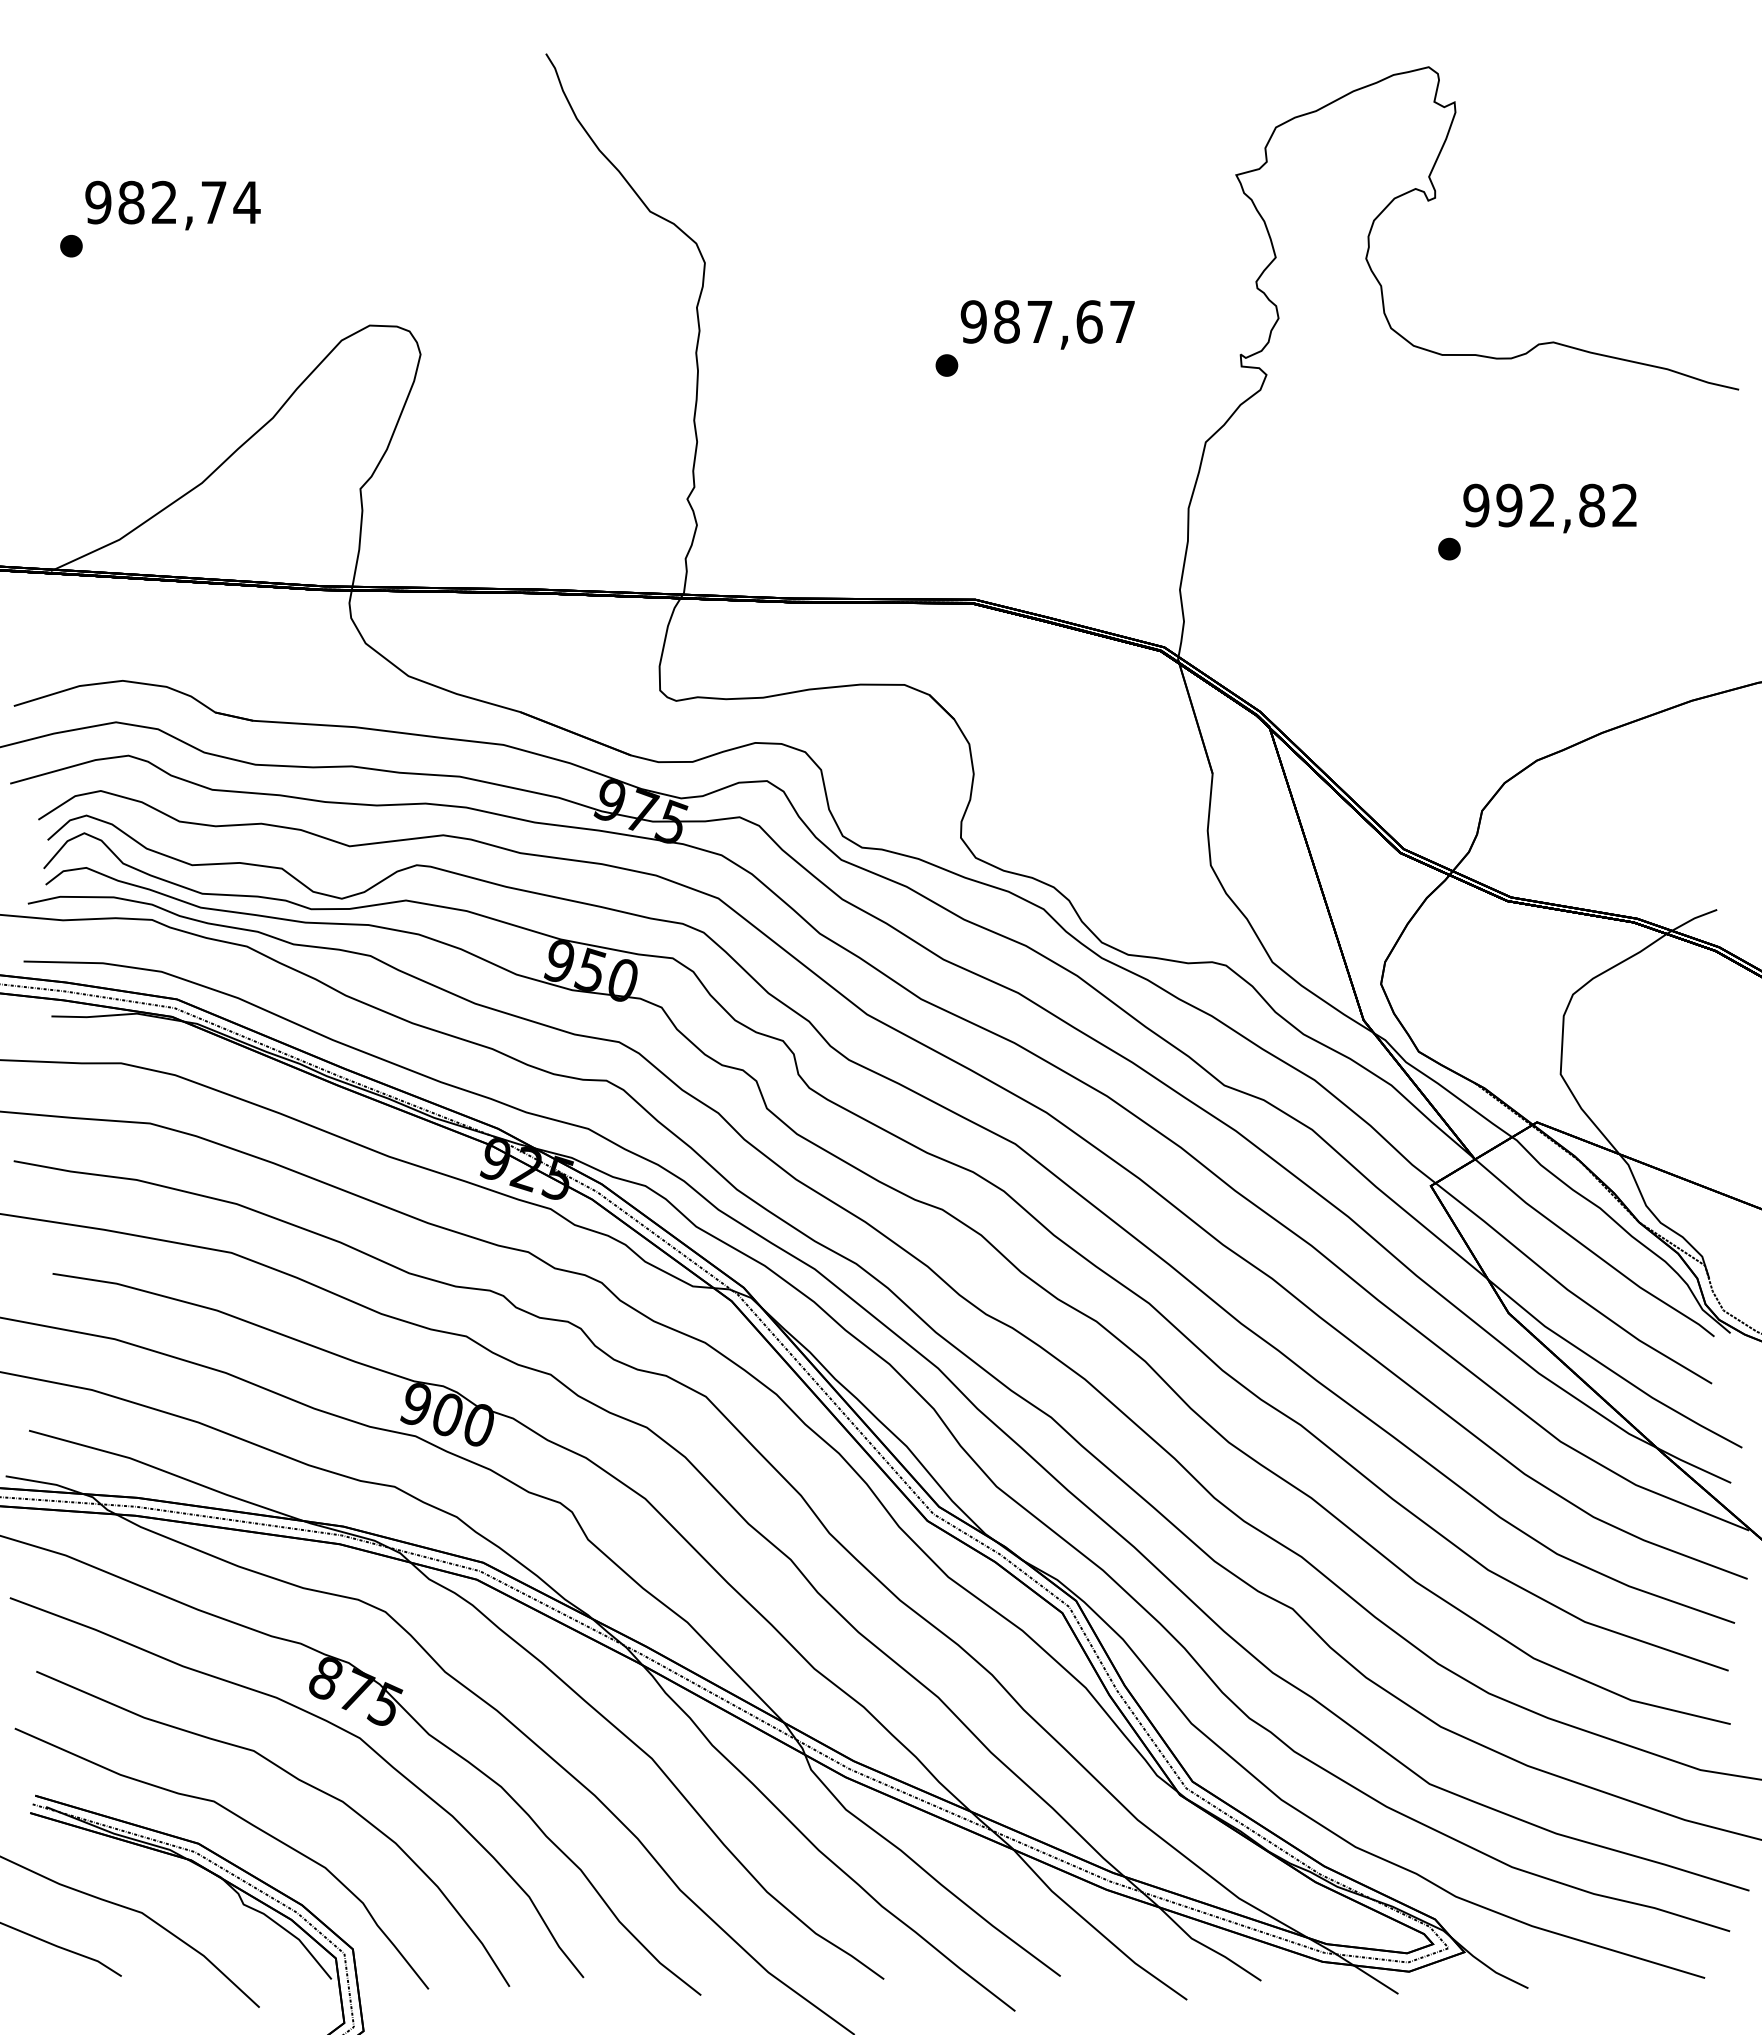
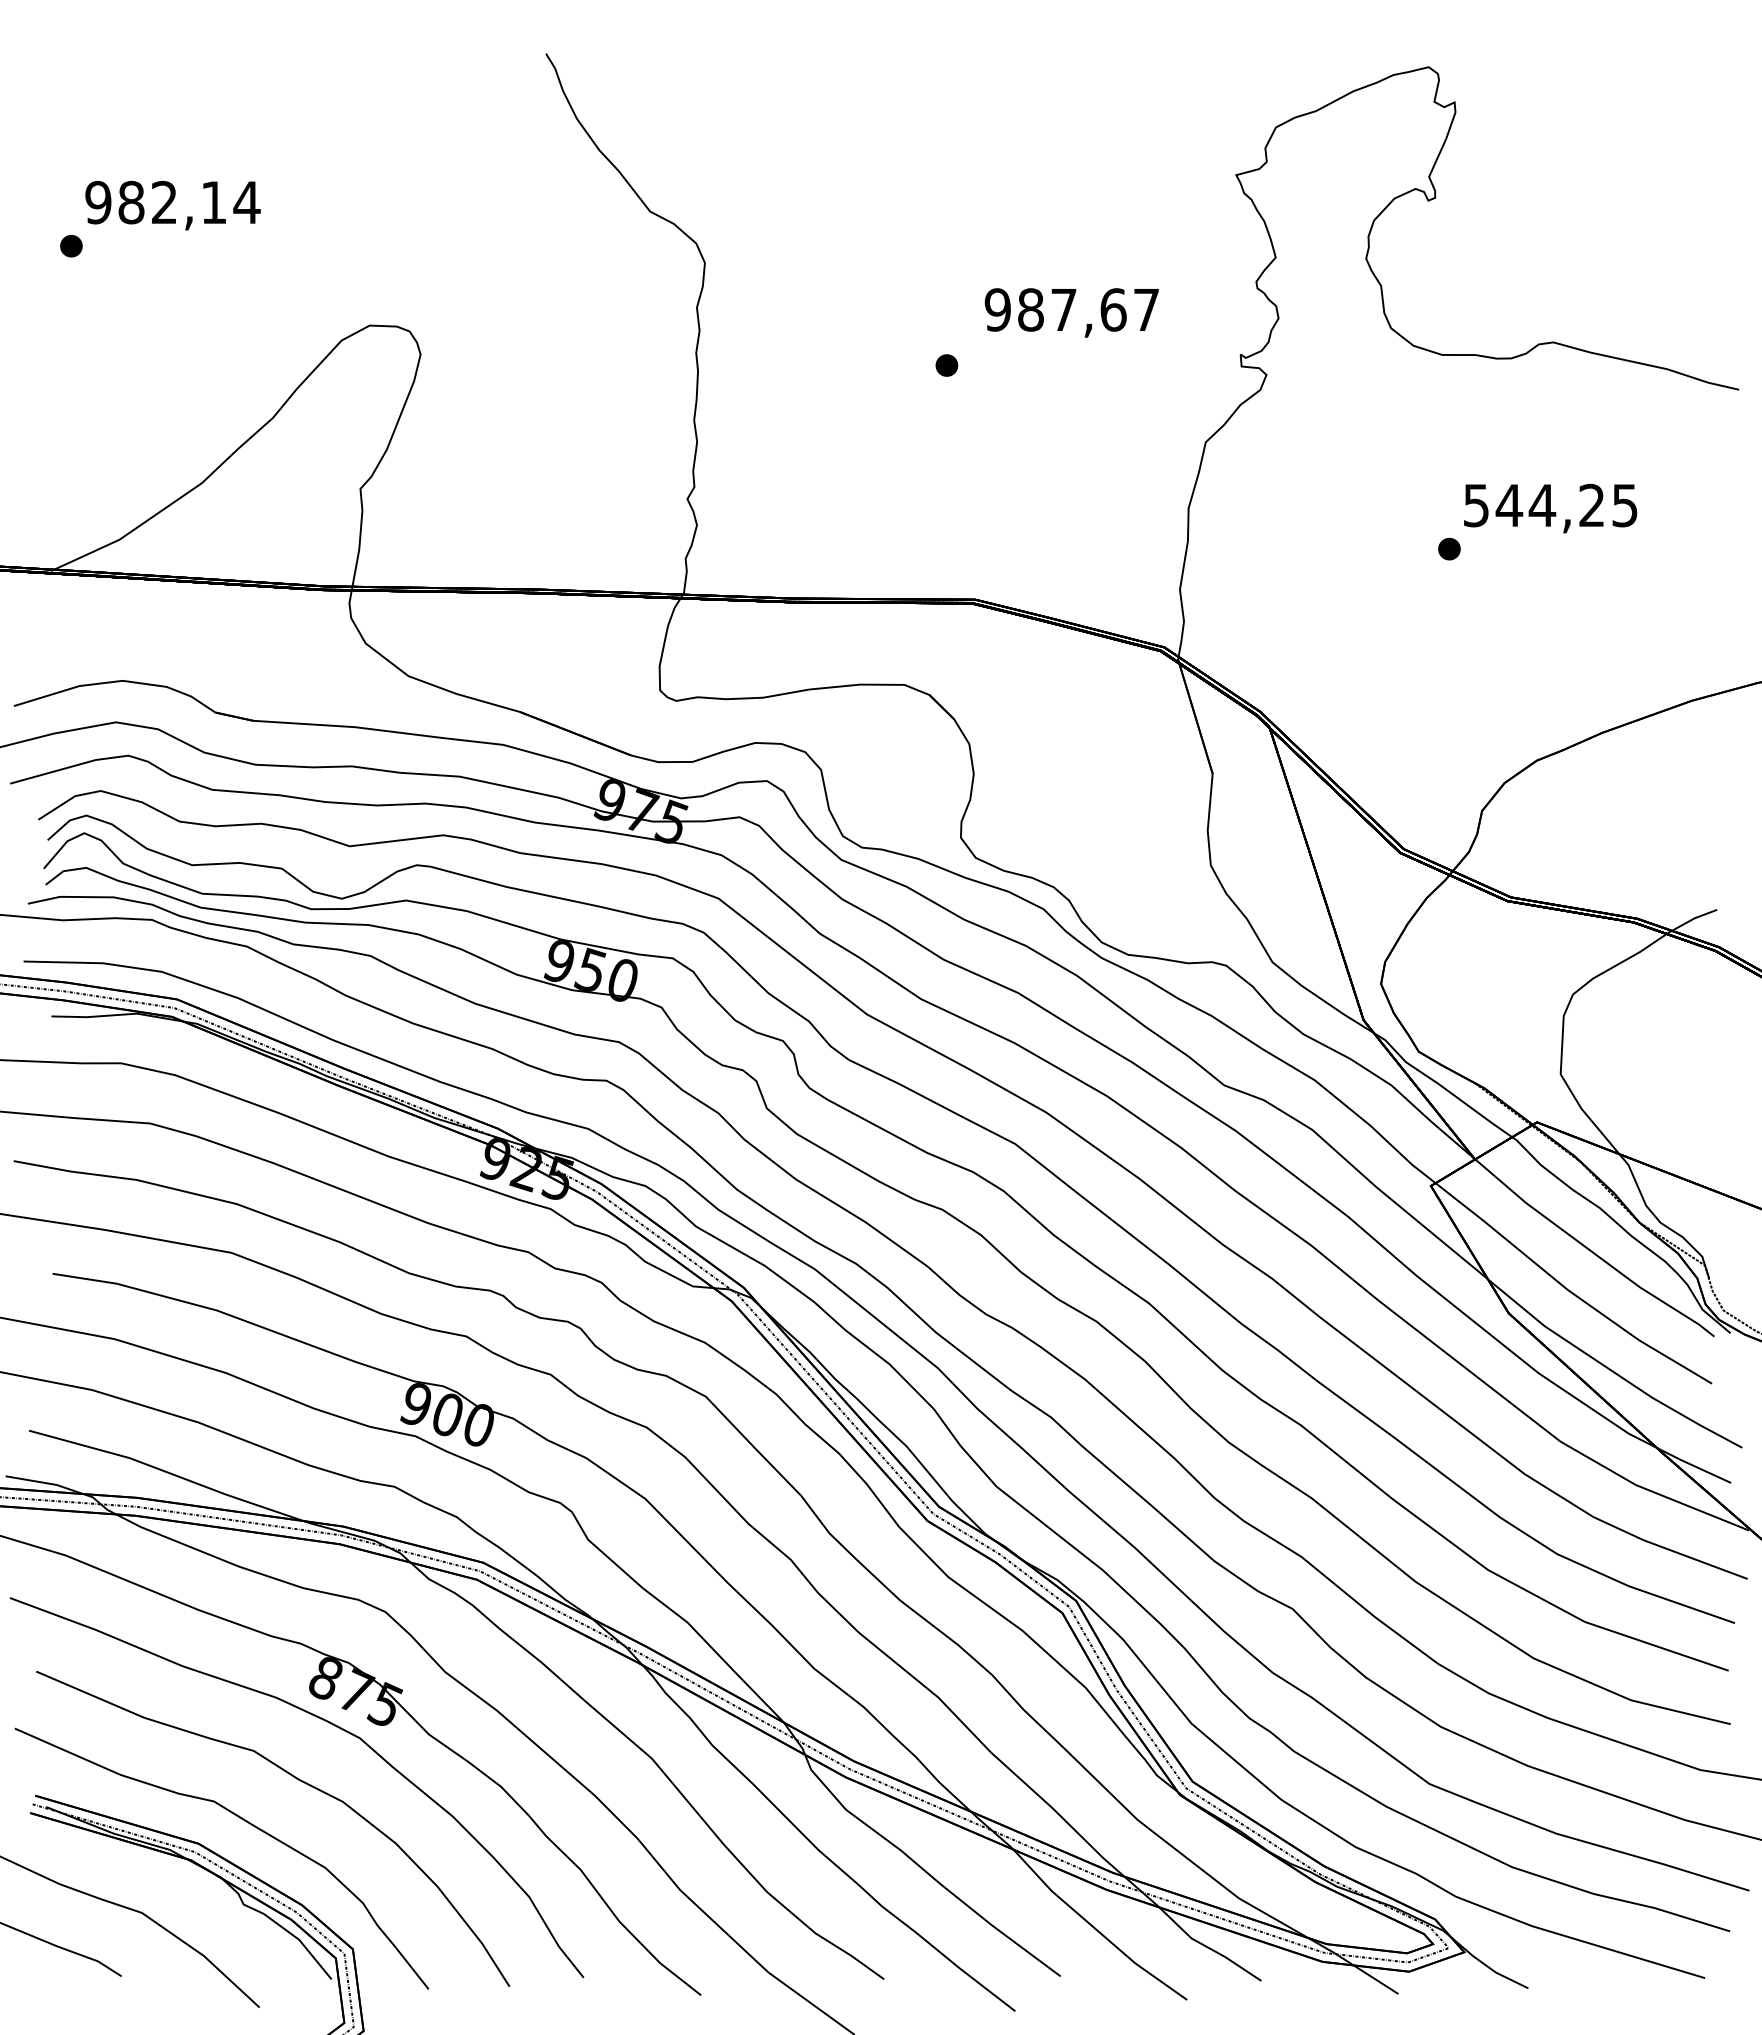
text at (213, 202): 982,74 -> 982,14
text at (1047, 324) position: (1047, 324) -> (1071, 312)
text at (1550, 505): 992,82 -> 544,25
